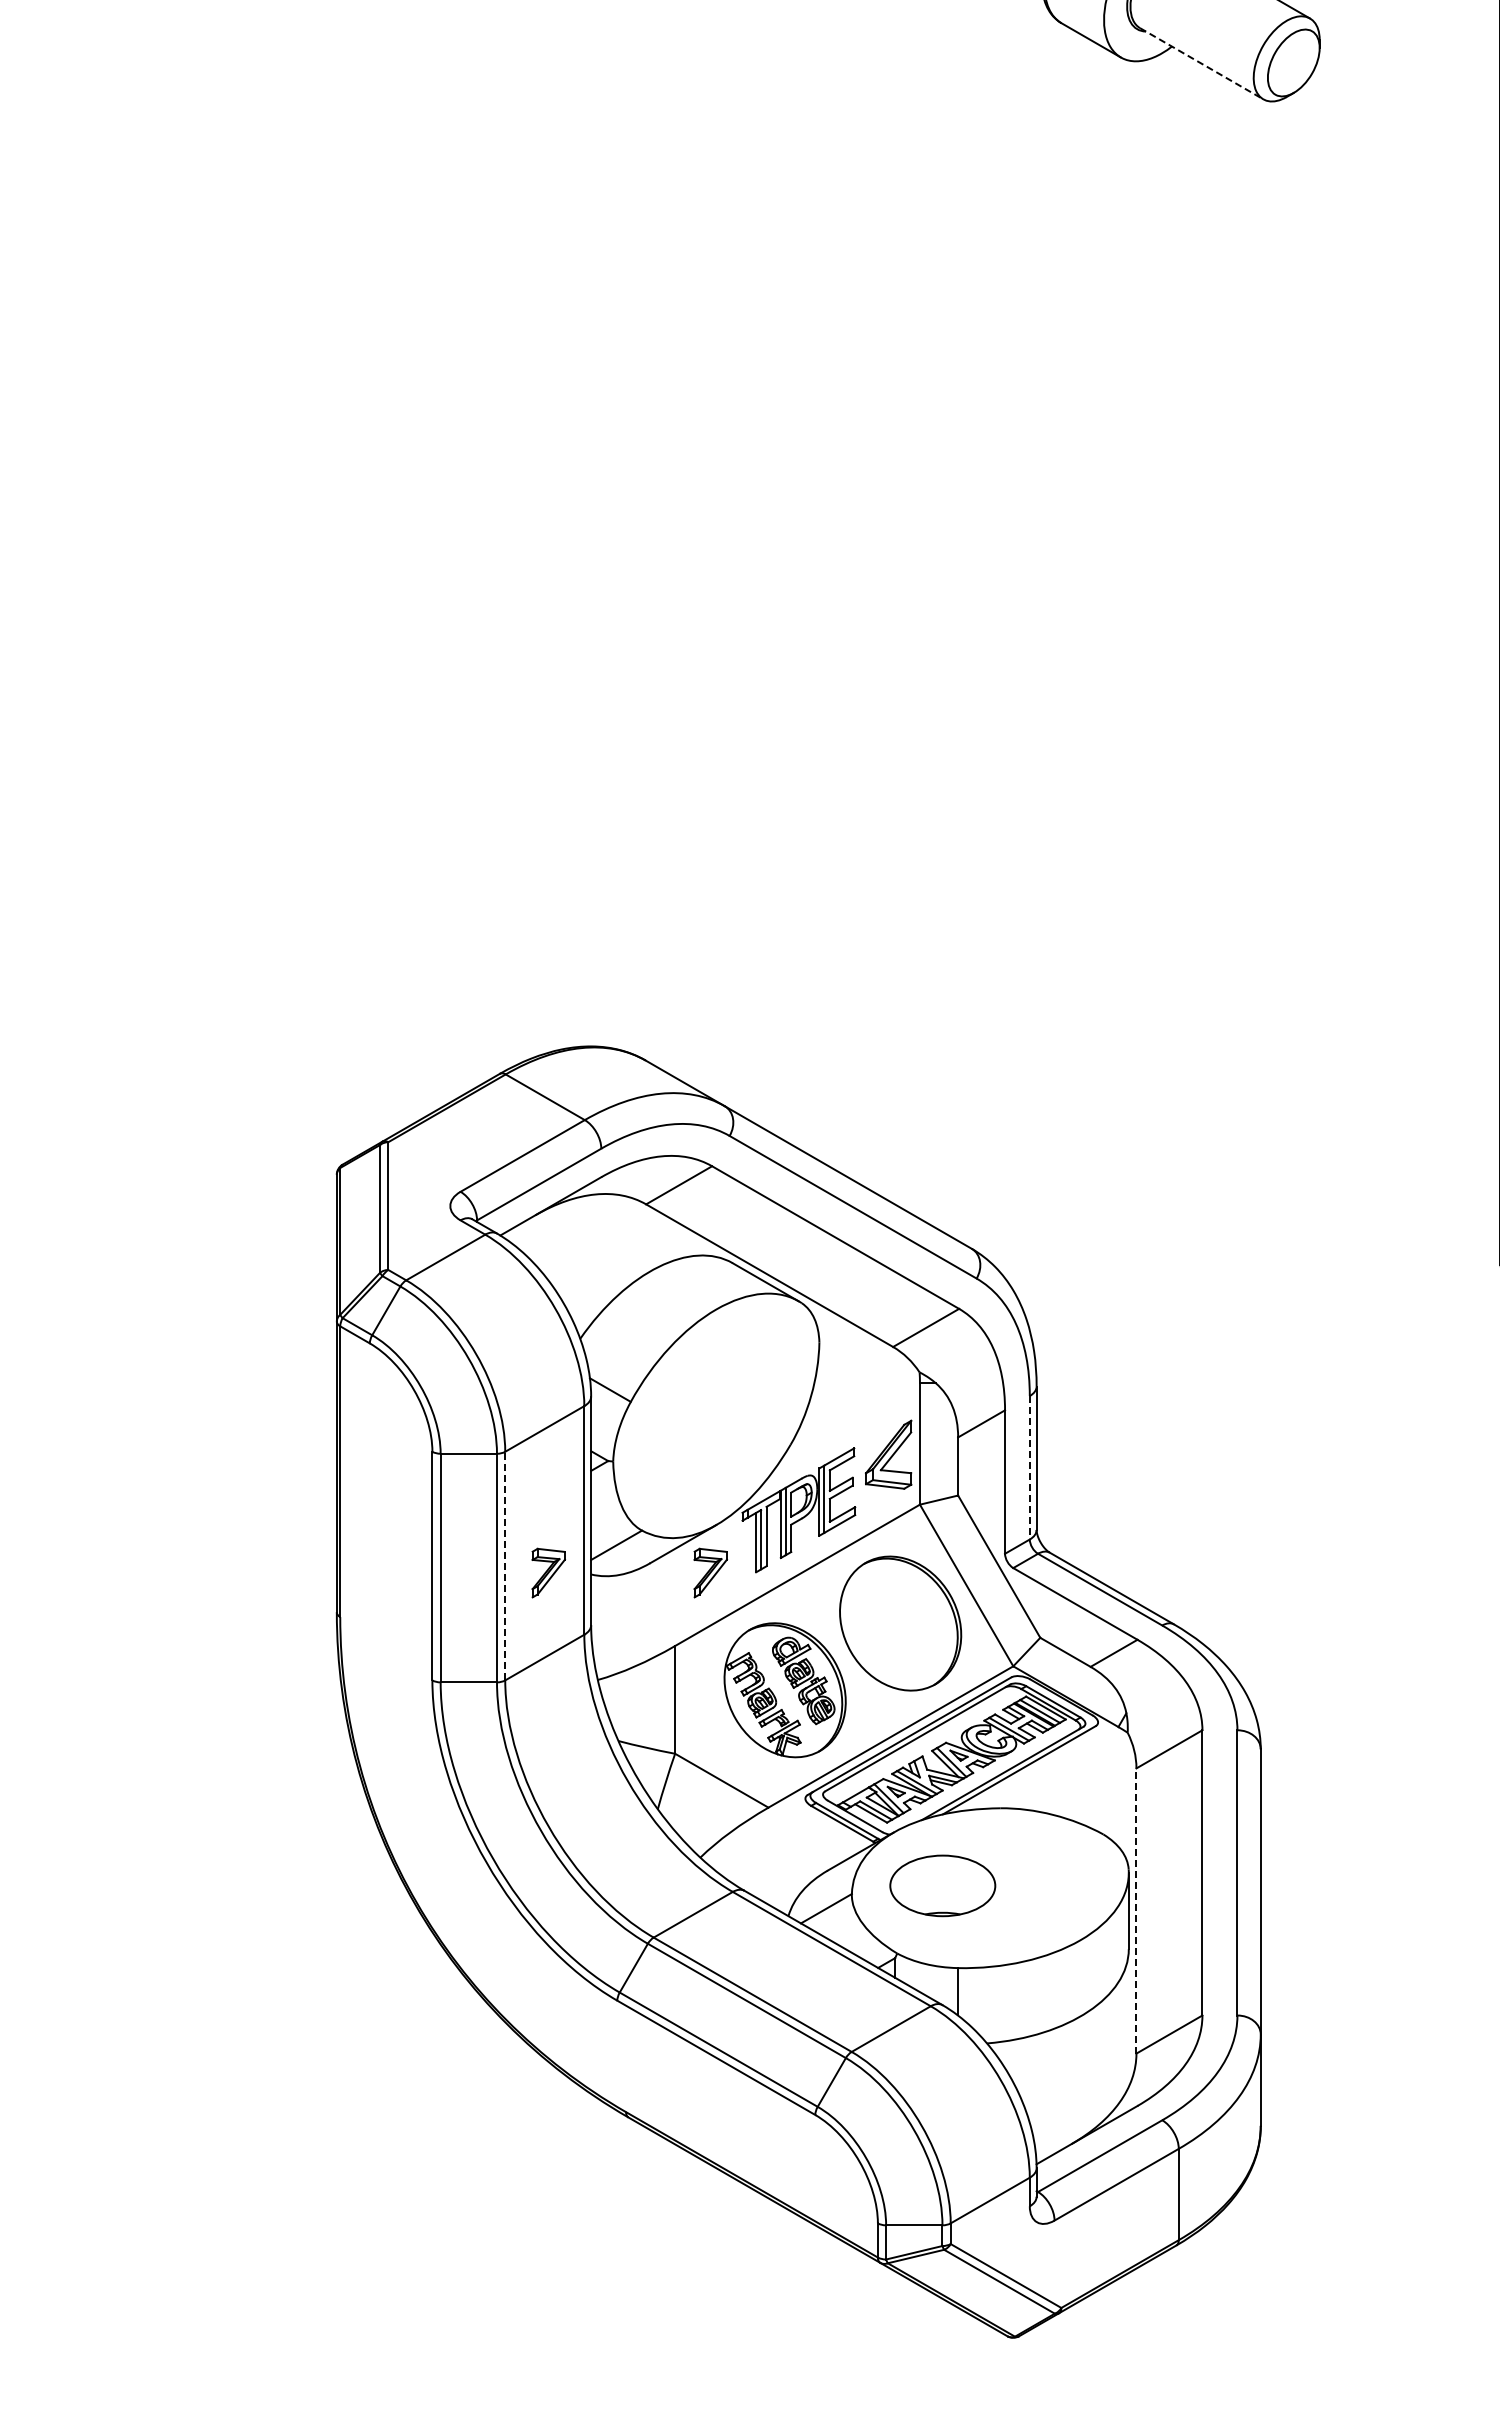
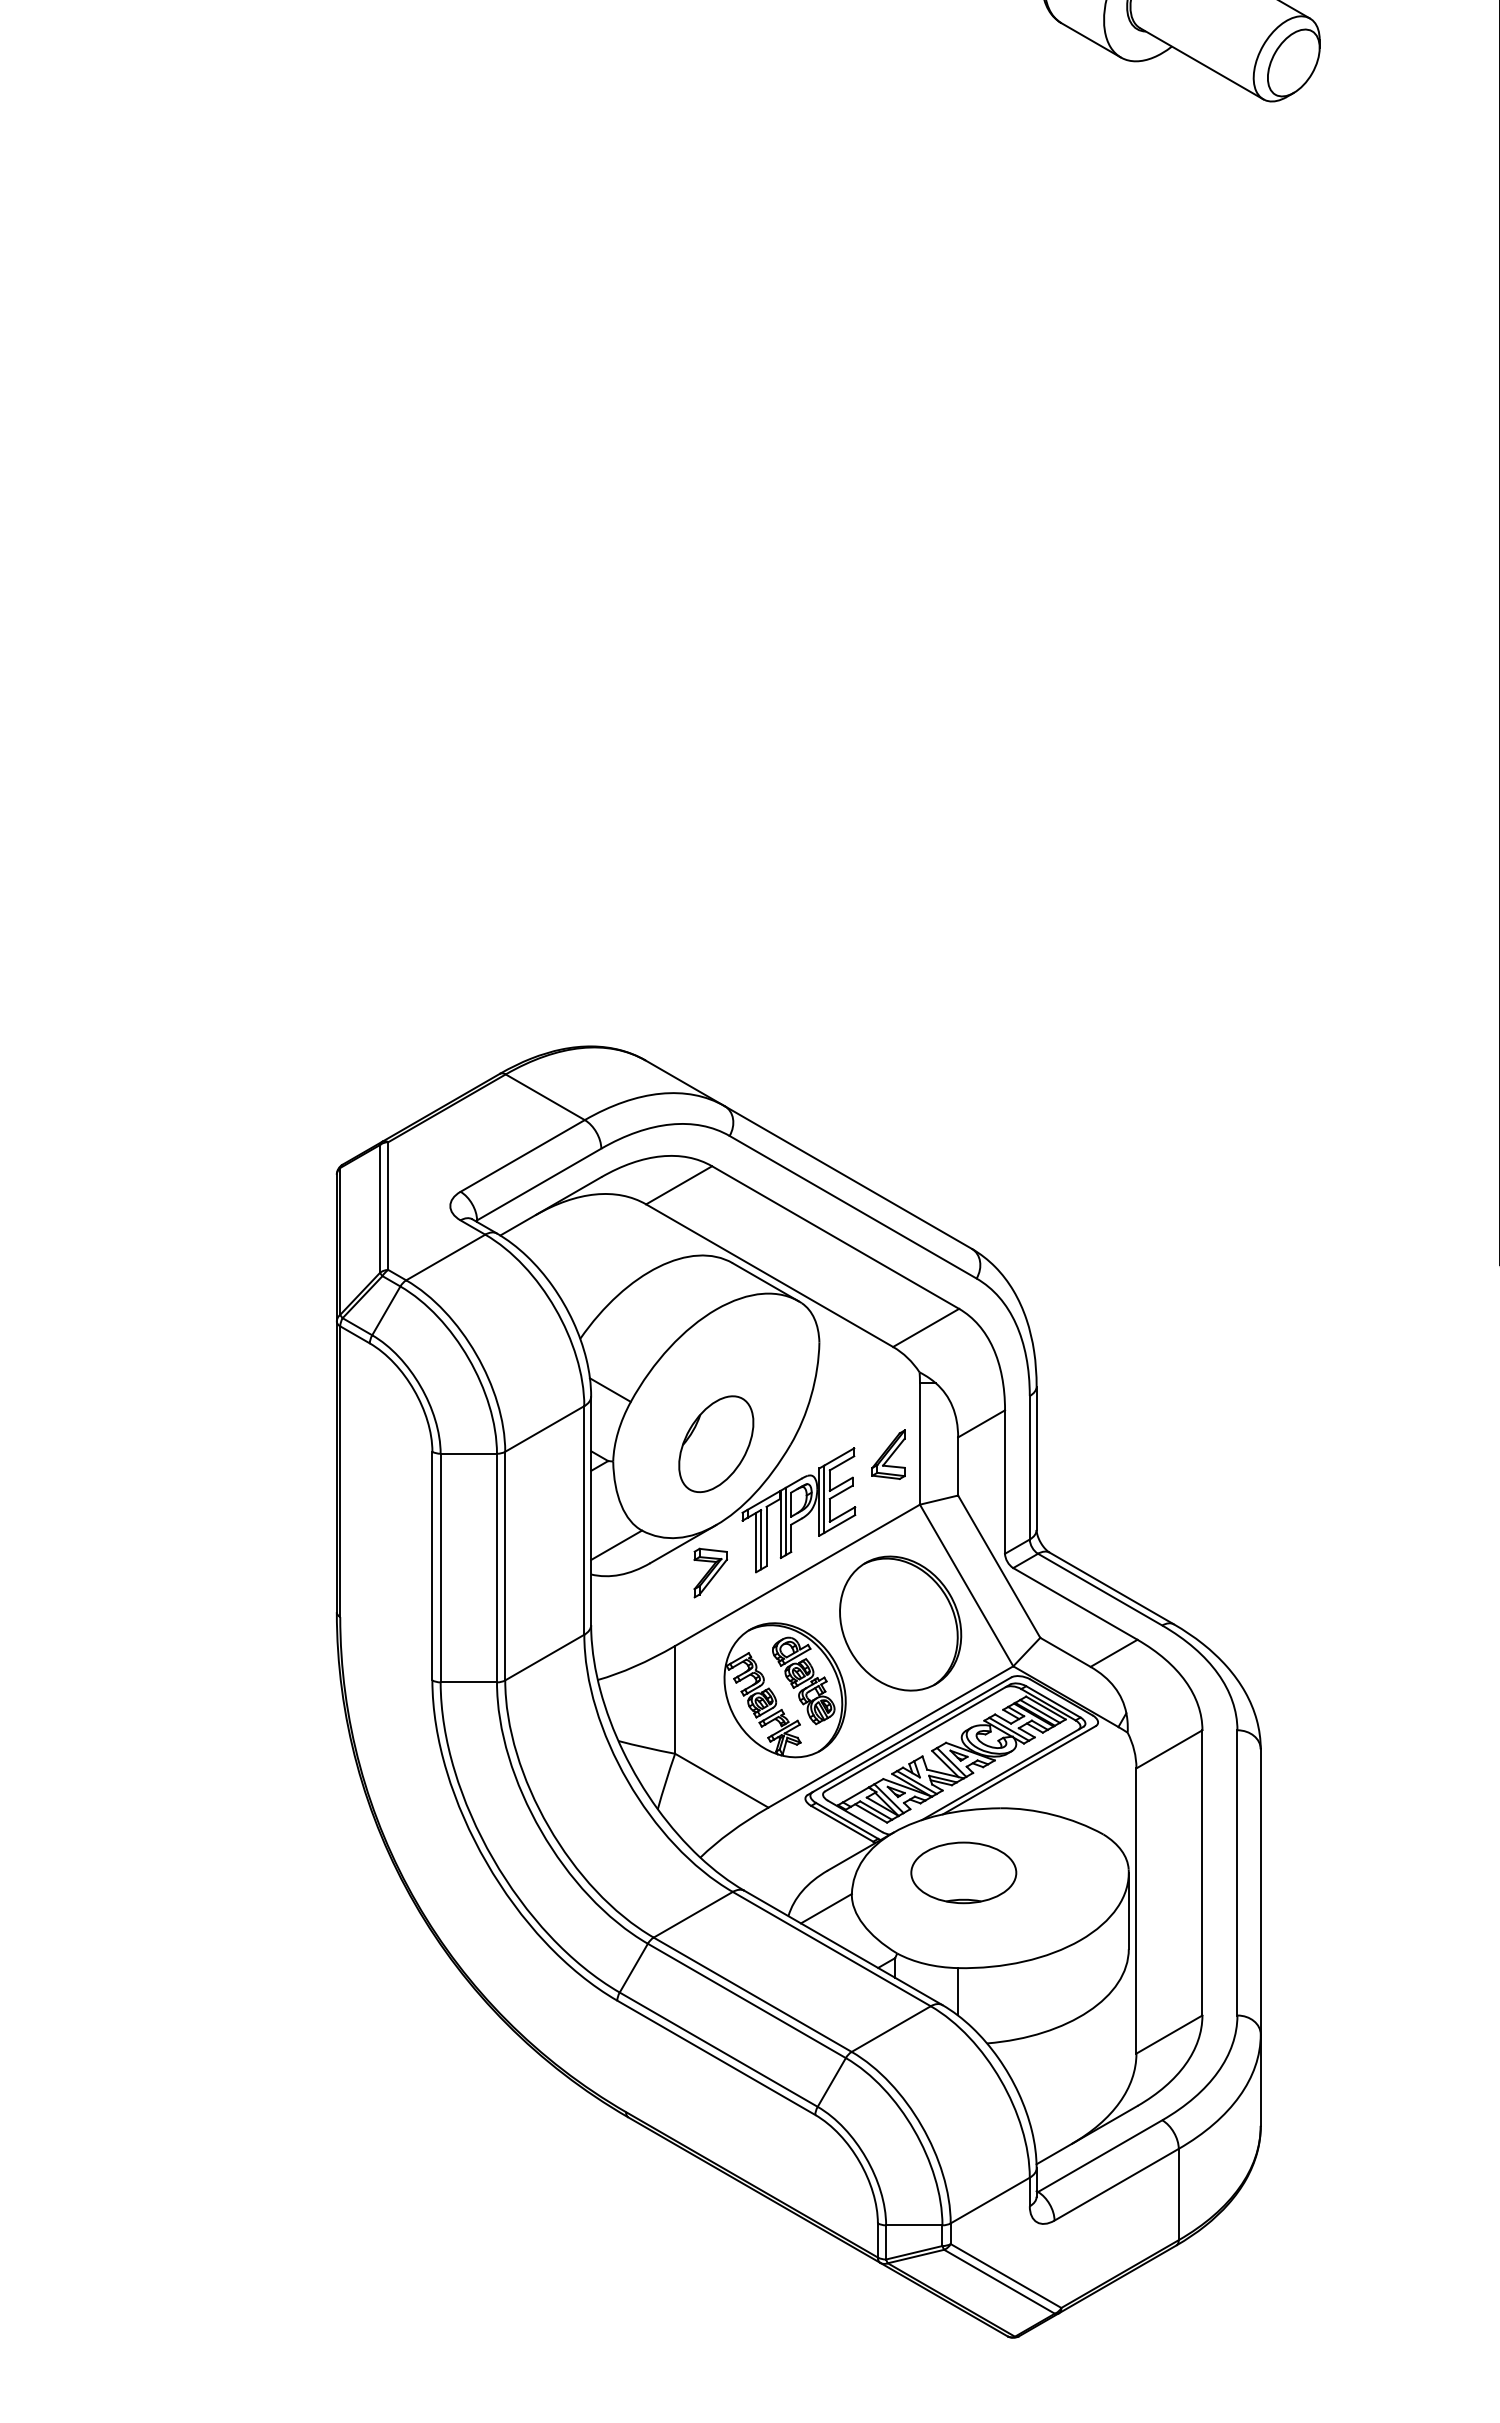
line at (1202, 64): dashed -> solid
part at (716, 1444): none -> present
part at (888, 1454) size: 49x71 px -> 35x51 px
line at (1029, 1467): dashed -> solid
line at (505, 1565): dashed -> solid
part at (548, 1572): present -> none
part at (942, 1885) position: (942, 1885) -> (963, 1872)
line at (1136, 1911): dashed -> solid
